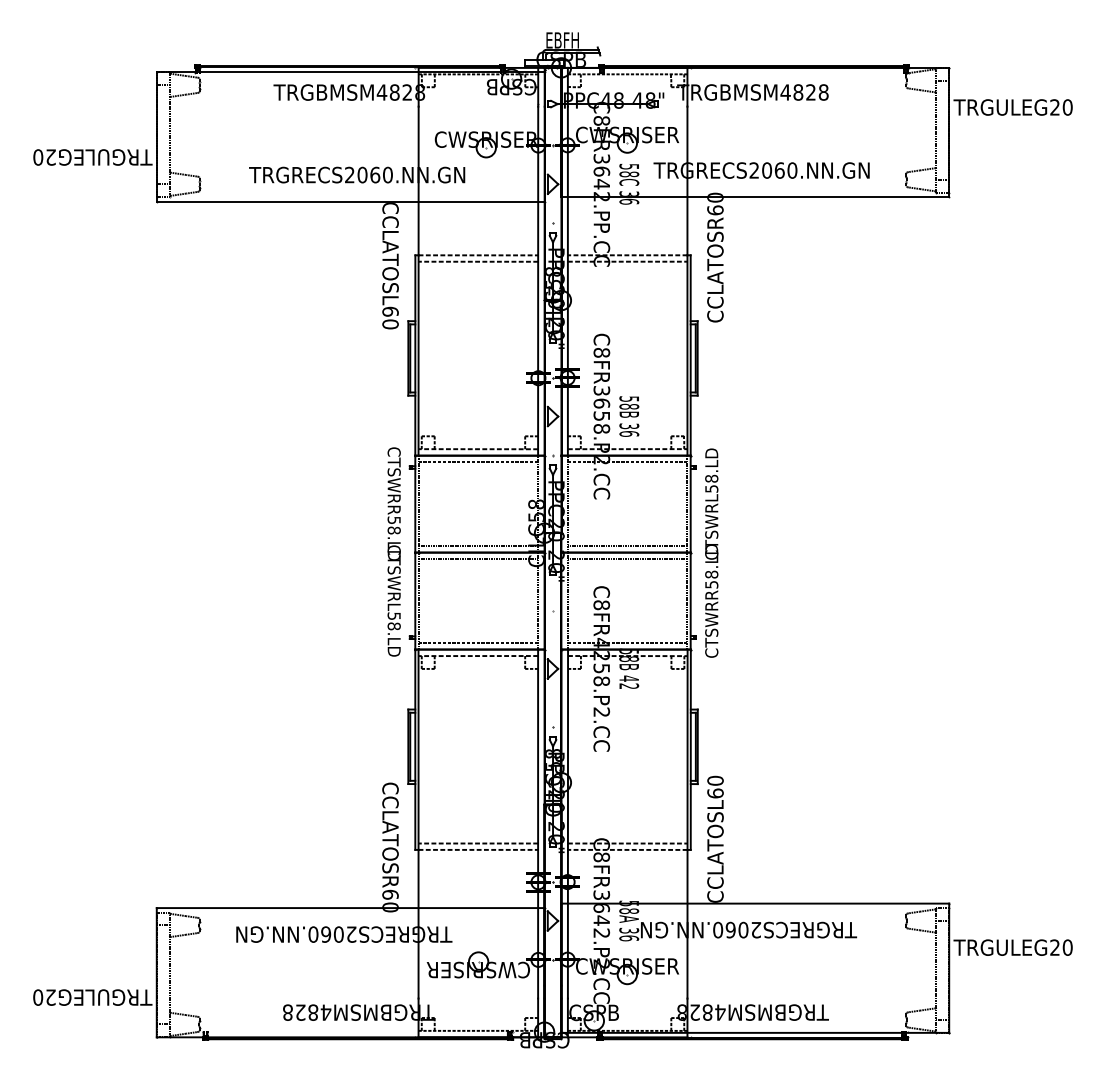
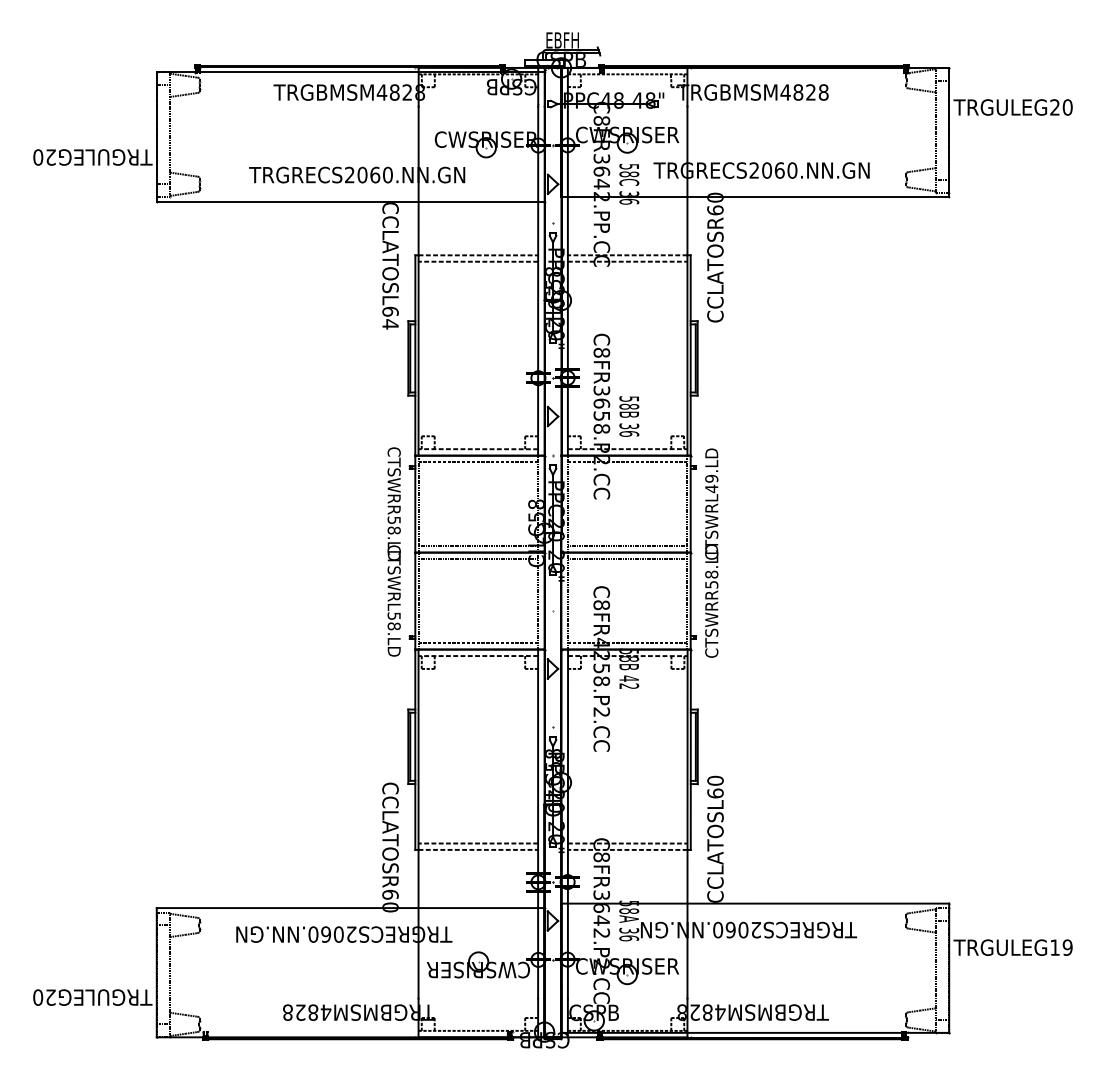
text at (390, 324): CCLATOSL60 -> CCLATOSL64
text at (711, 483): CTSWRL58.LD -> CTSWRL49.LD
text at (1061, 947): TRGULEG20 -> TRGULEG19
